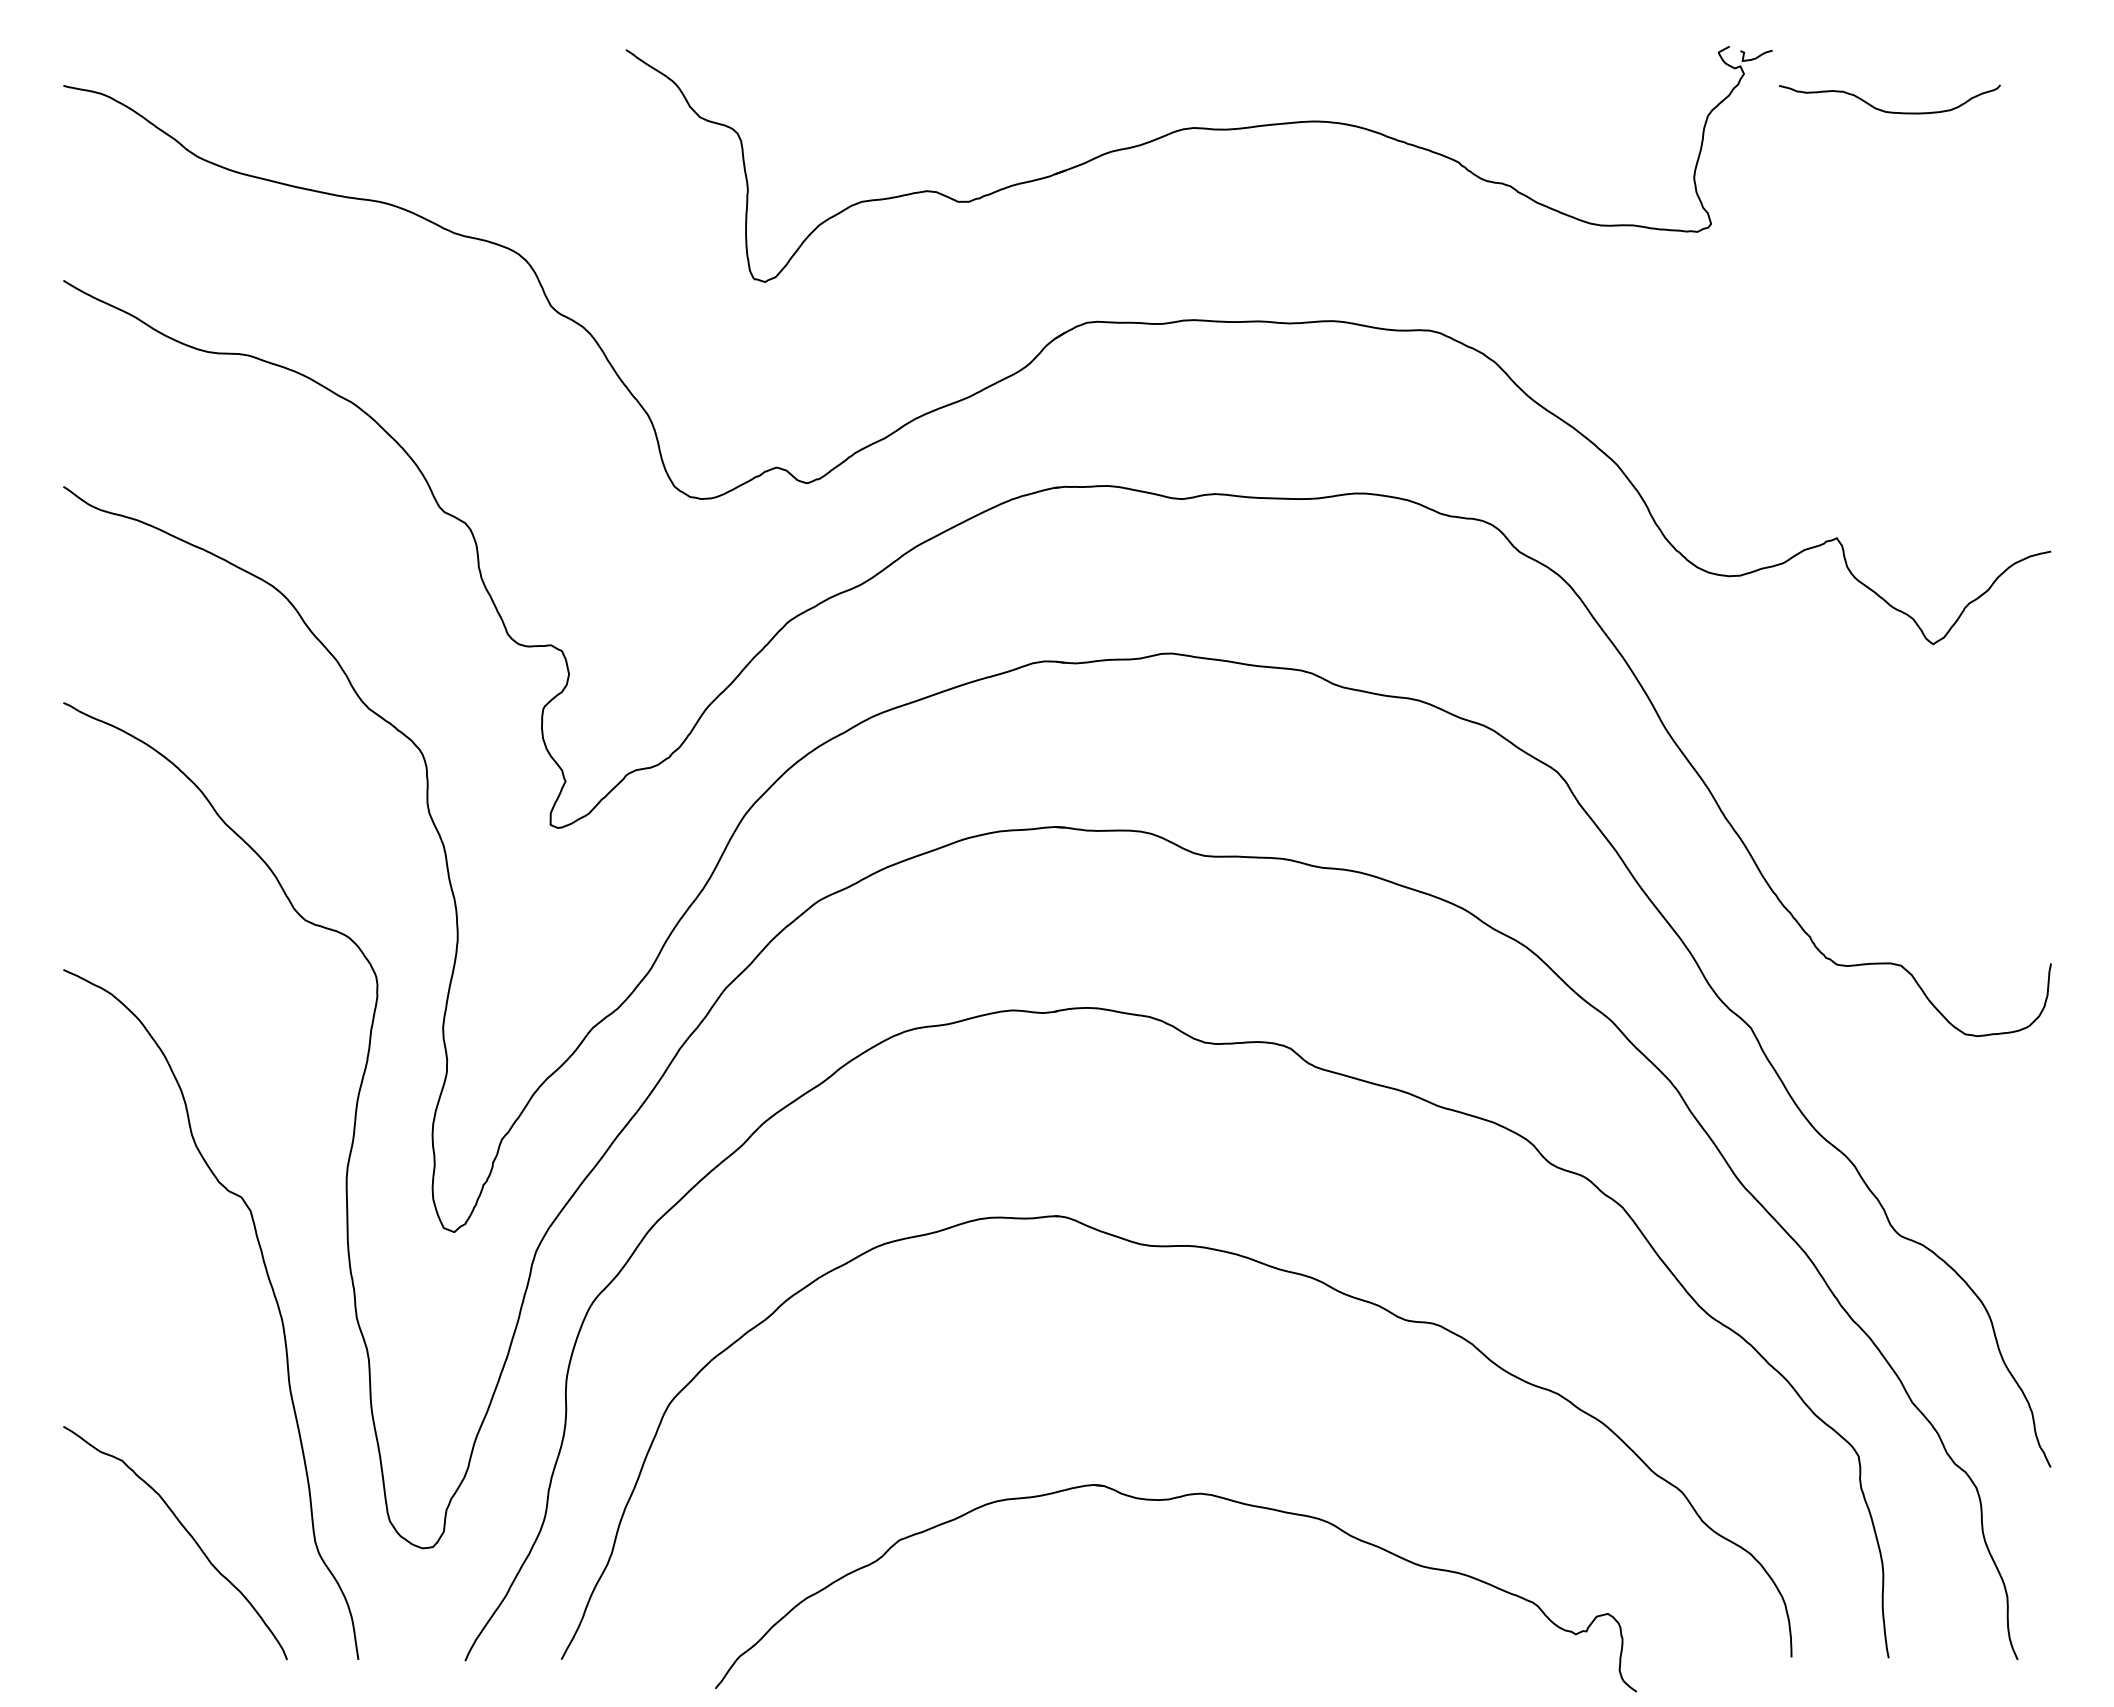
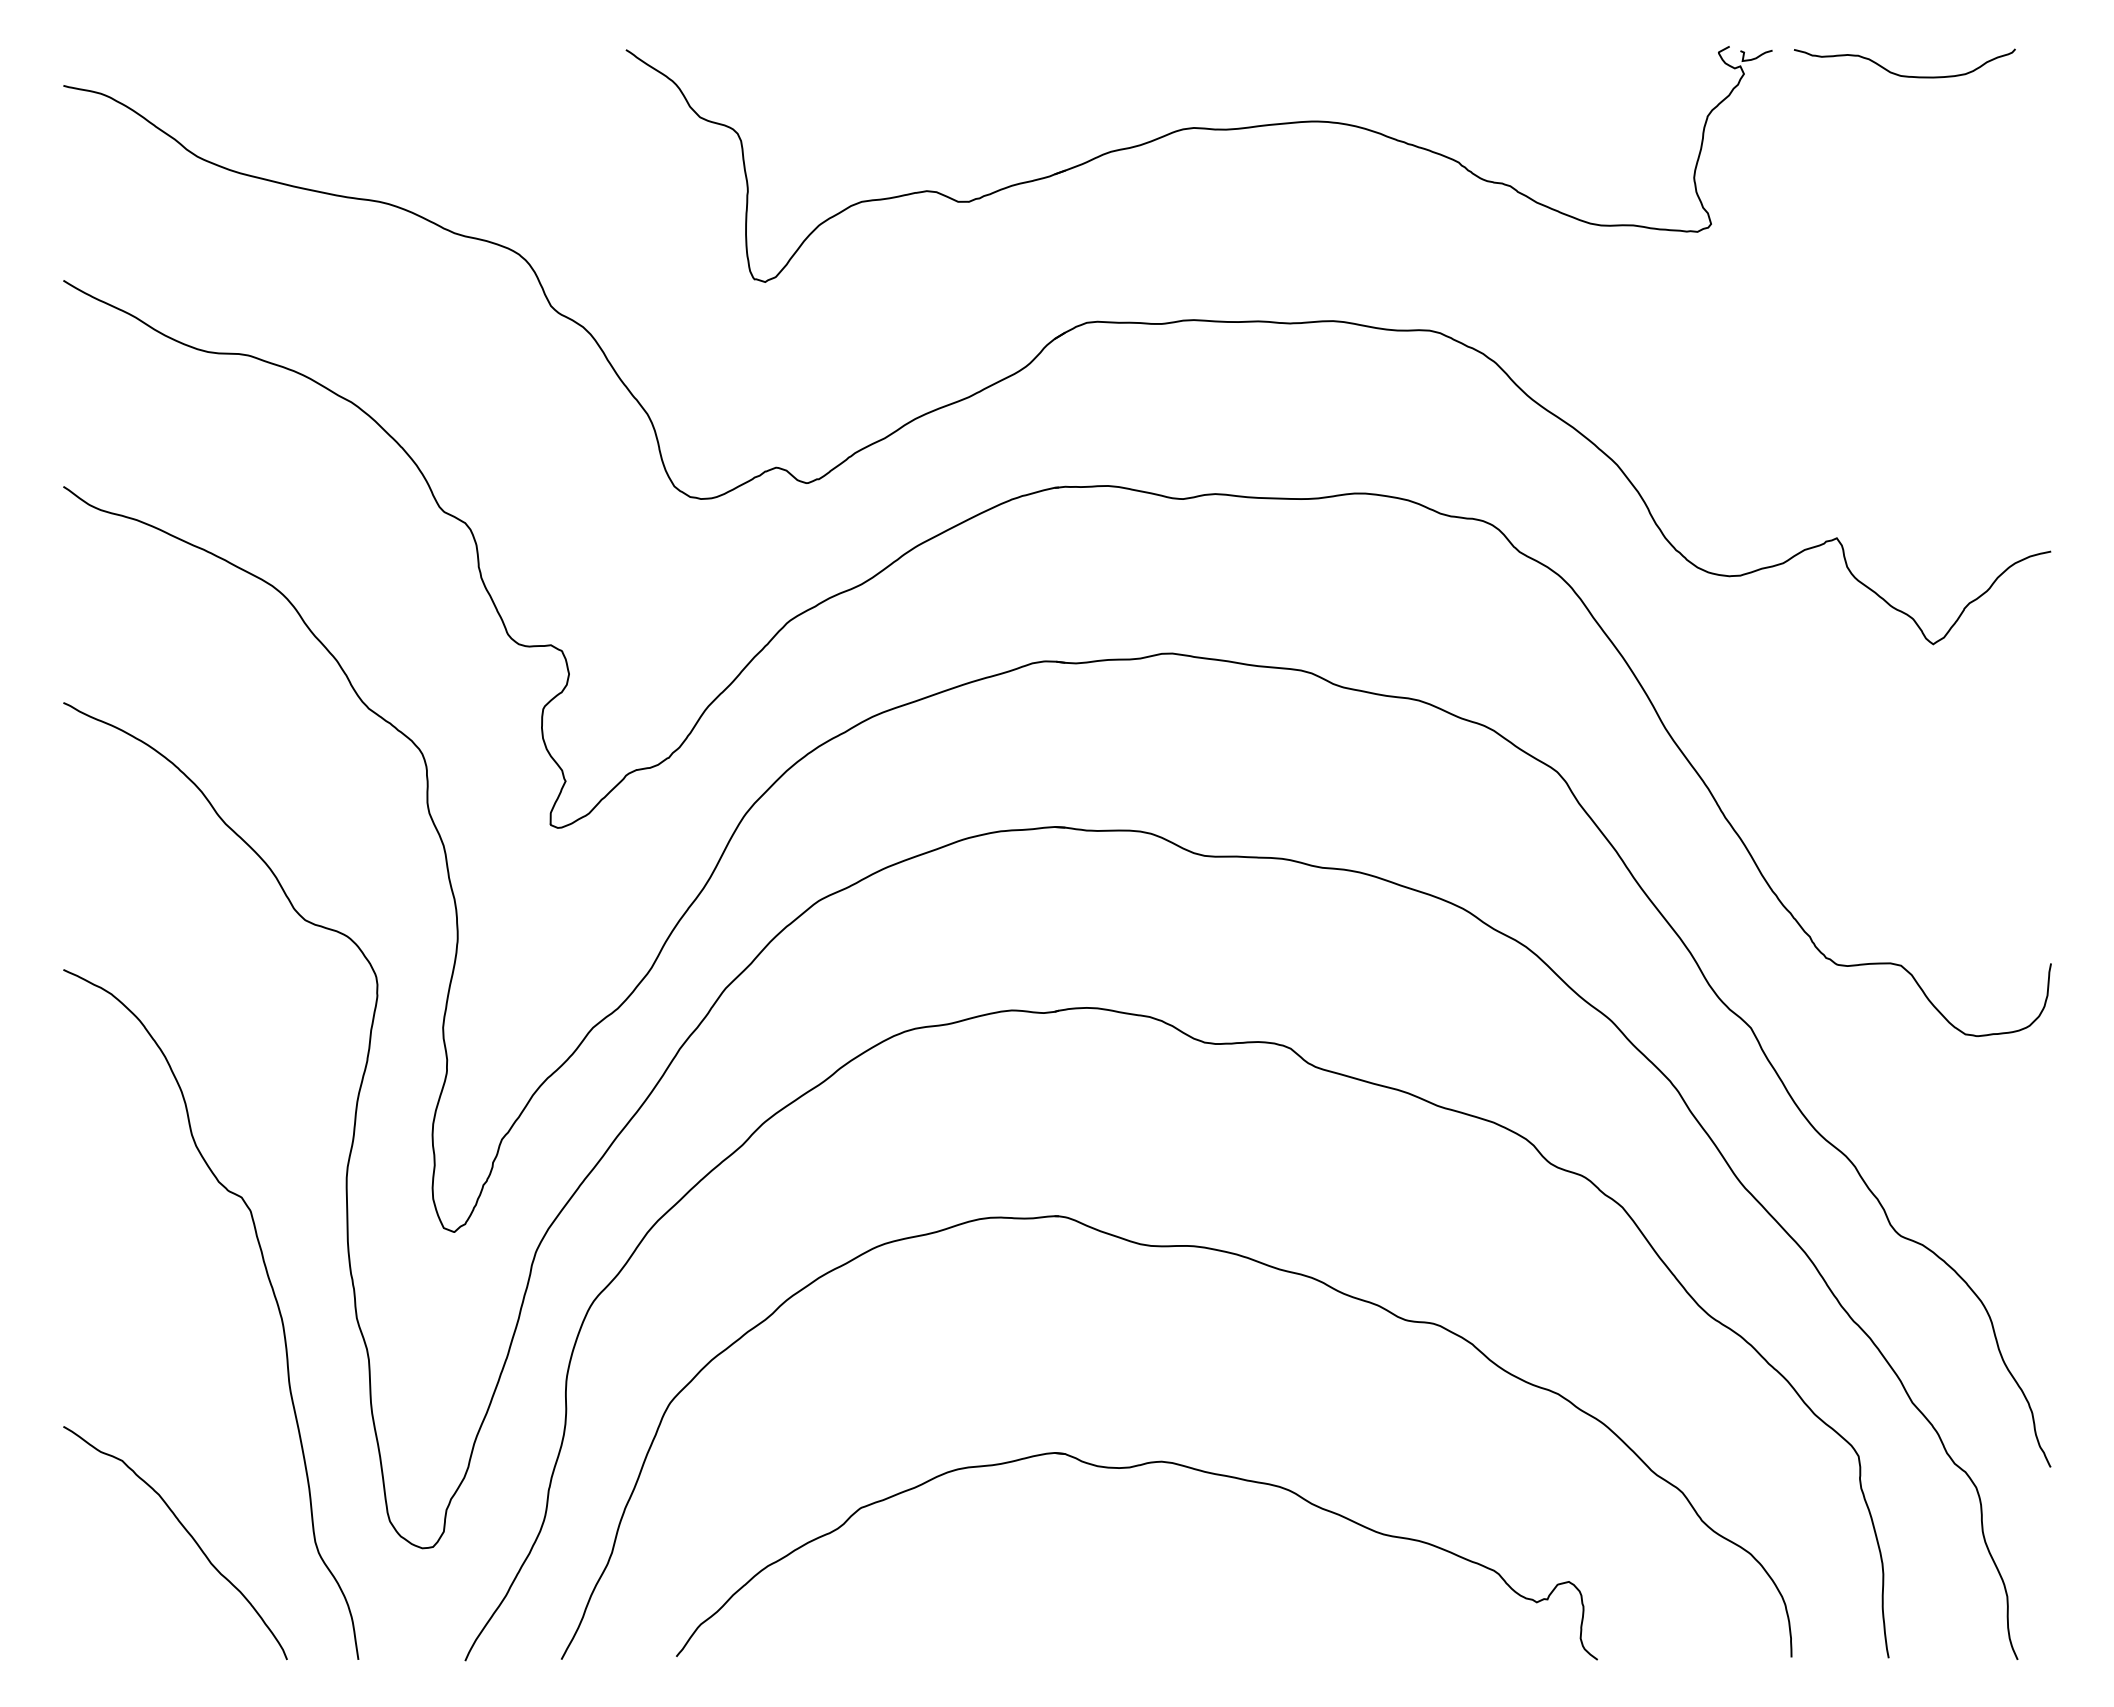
curve at (1885, 110) position: (1885, 110) -> (1900, 74)
part at (1169, 1500) position: (1169, 1500) -> (1130, 1468)
